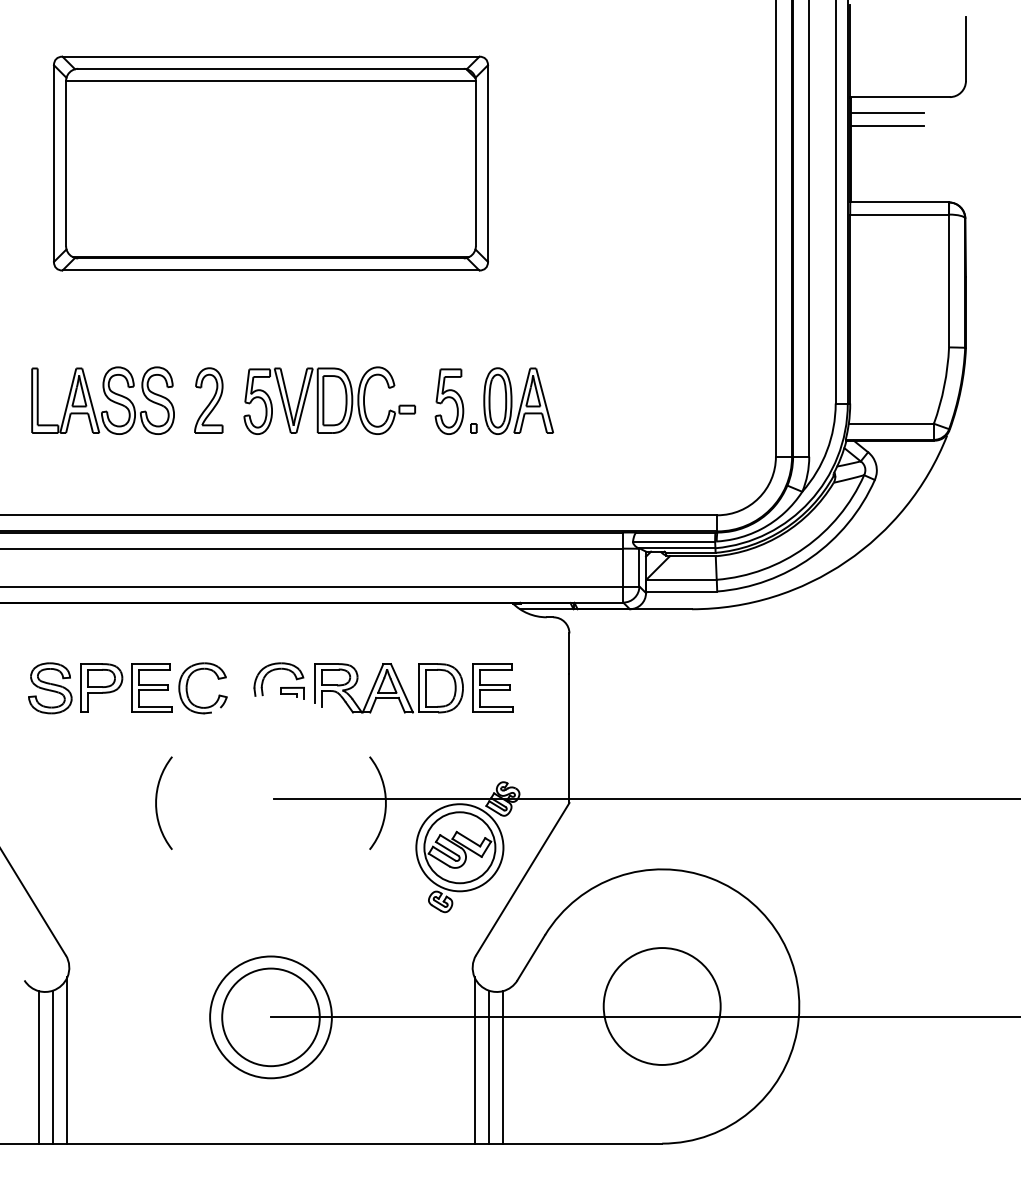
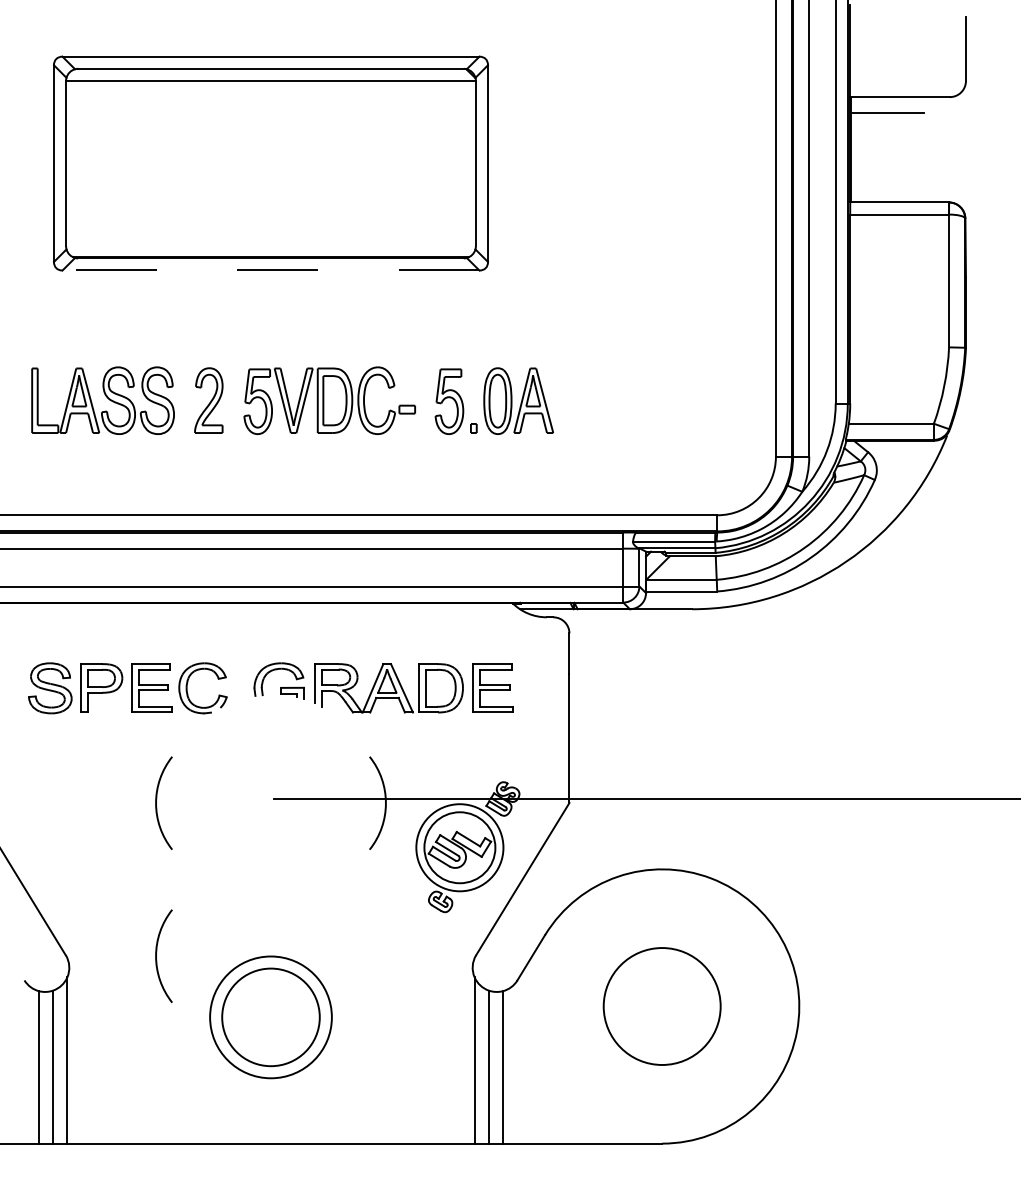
line at (887, 125): present -> none
line at (270, 270): solid -> dashed
arc at (157, 952): none -> present
line at (644, 1017): present -> none
